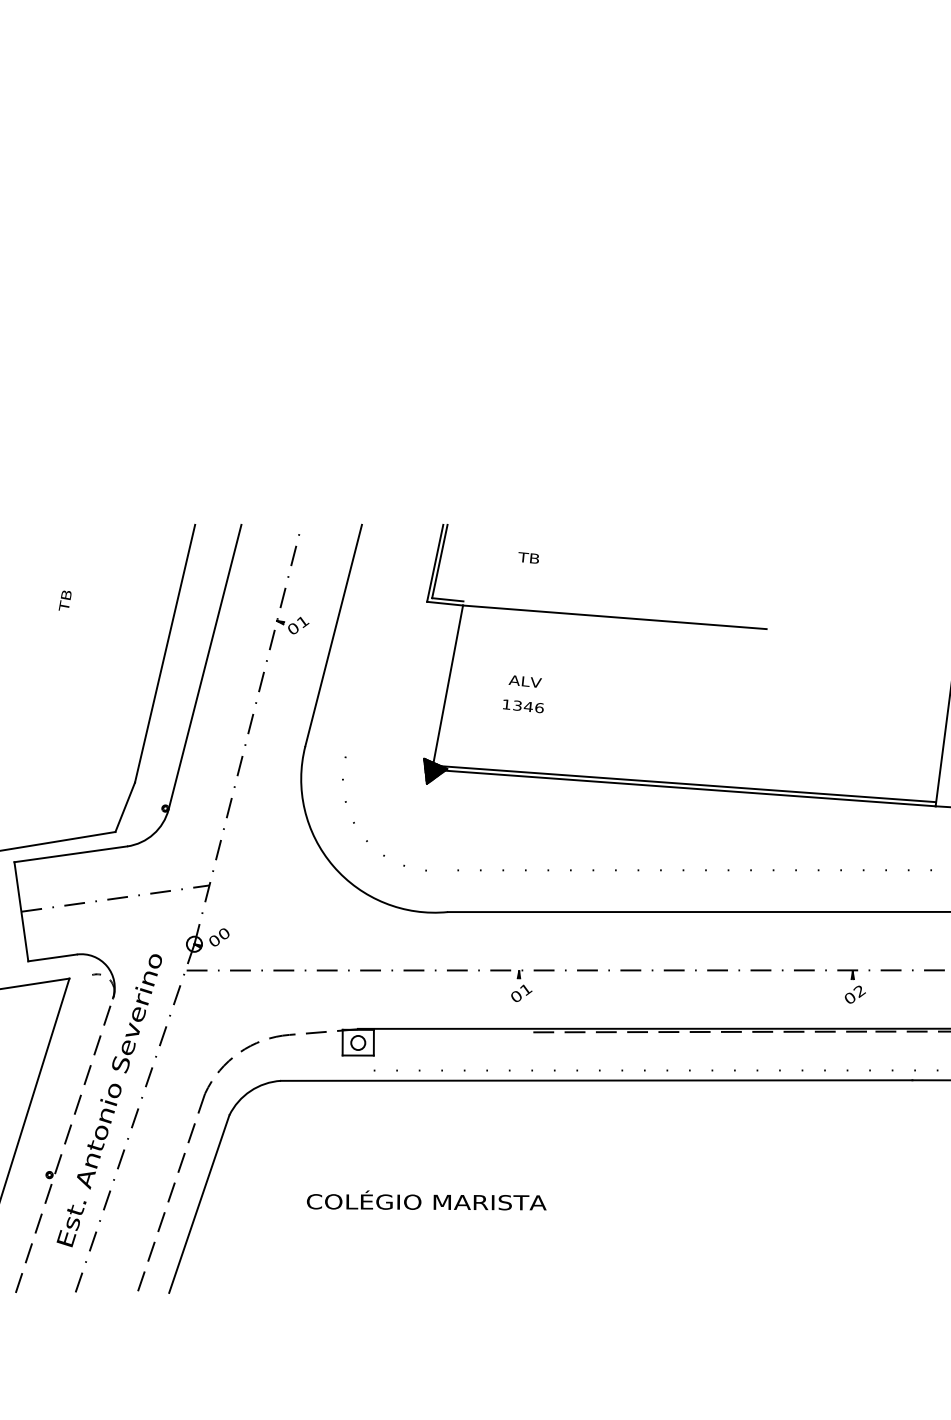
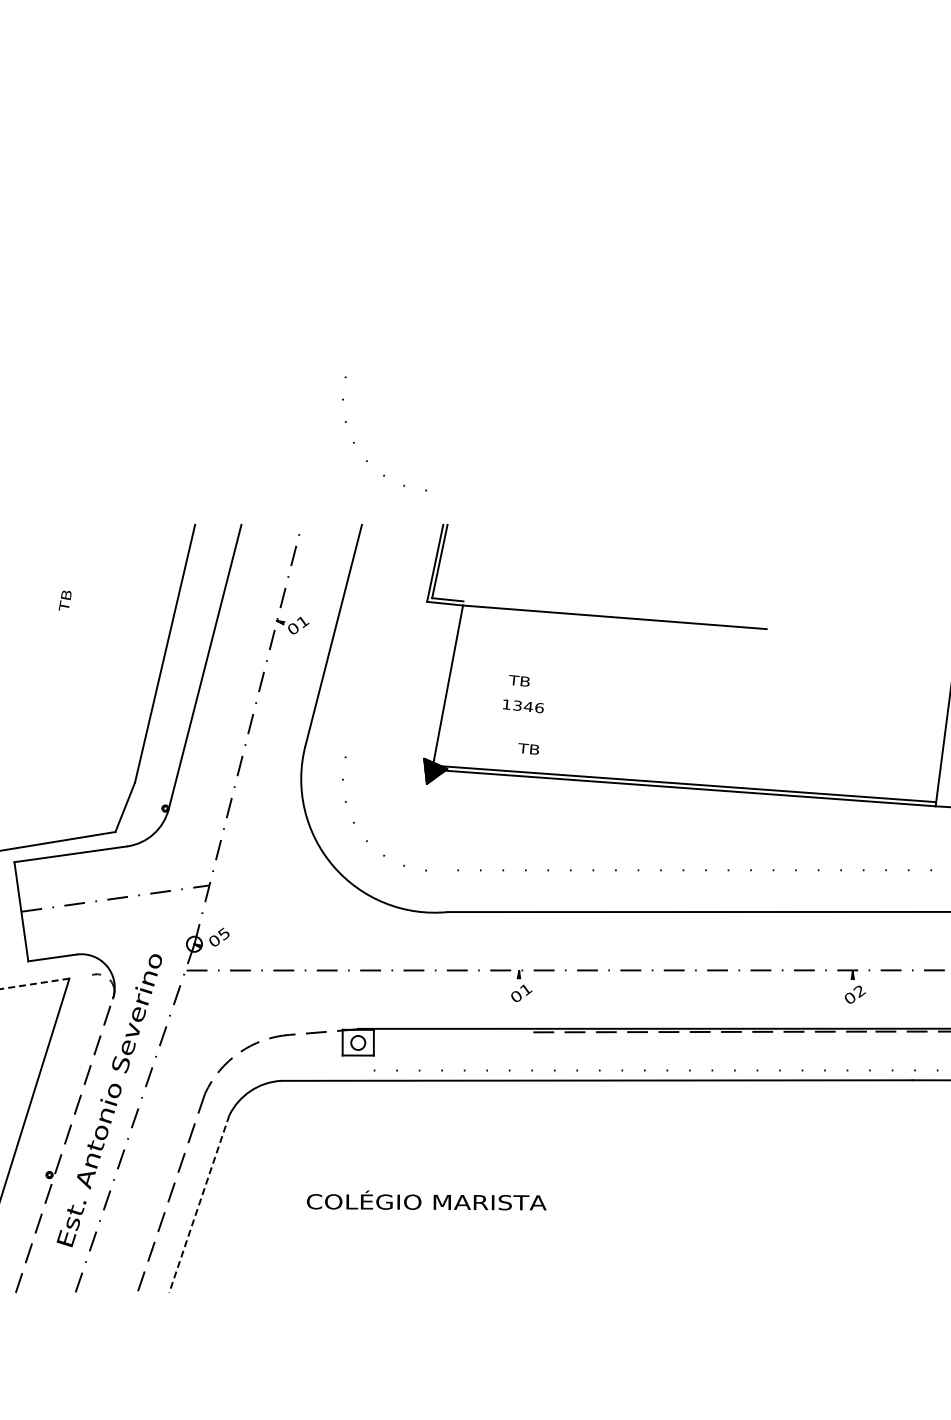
arc at (354, 441): none -> present
text at (528, 557) position: (528, 557) -> (528, 748)
text at (524, 681): ALV -> TB
text at (223, 933): 00 -> 05
line at (34, 983): solid -> dashed
line at (199, 1204): solid -> dashed
